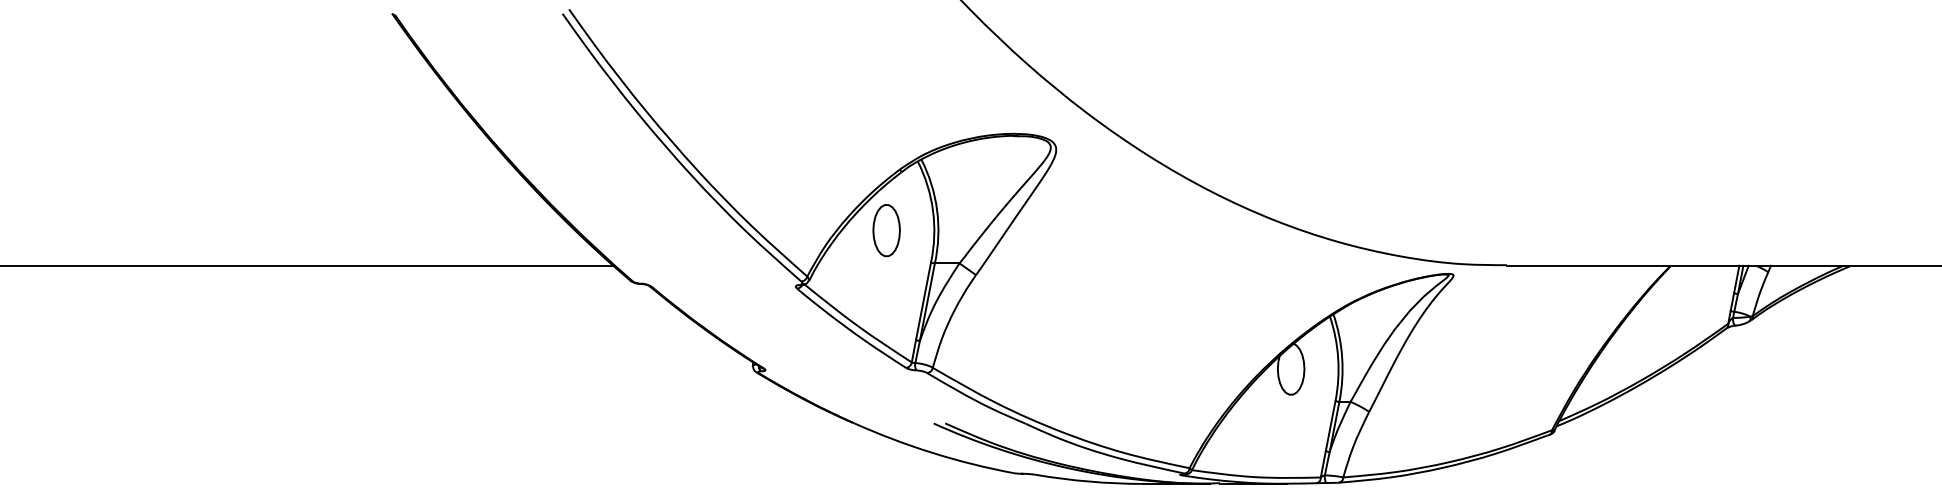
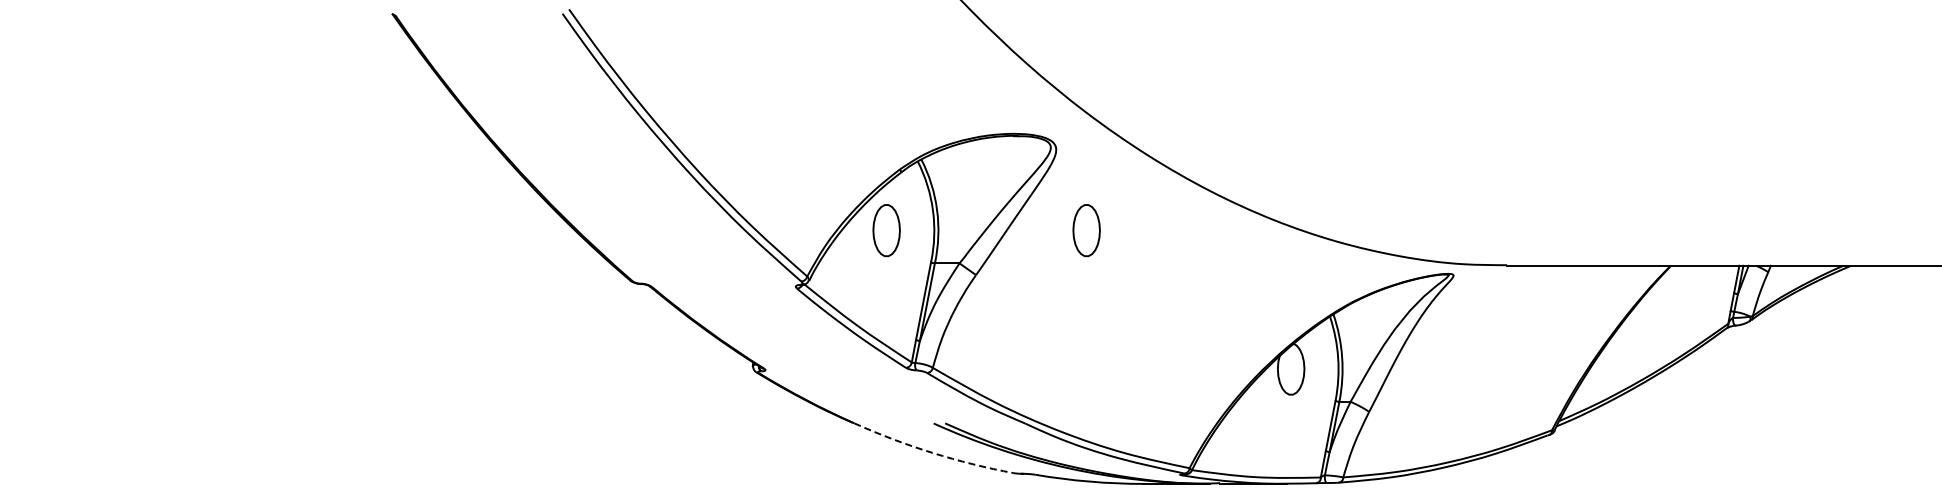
part at (1086, 230): none -> present
line at (307, 265): present -> none
arc at (932, 452): solid -> dashed
